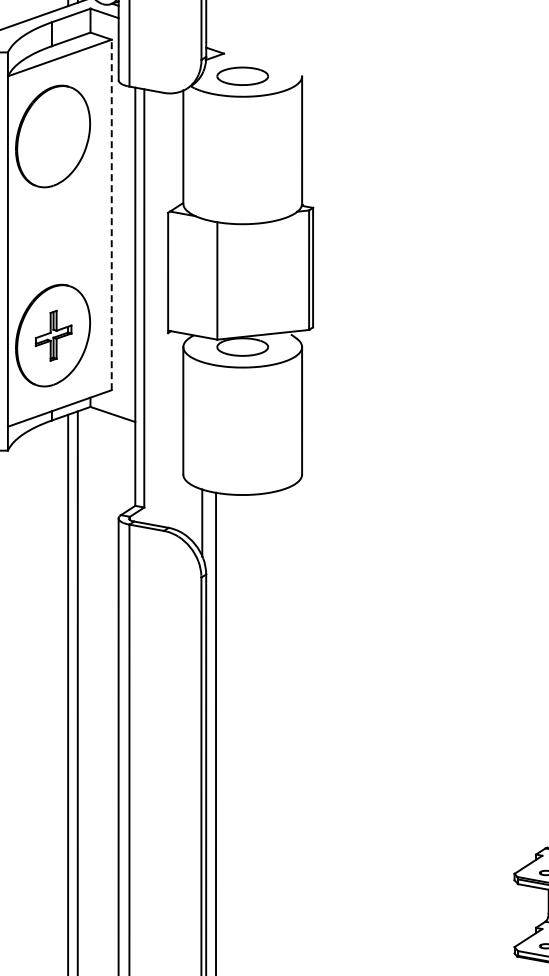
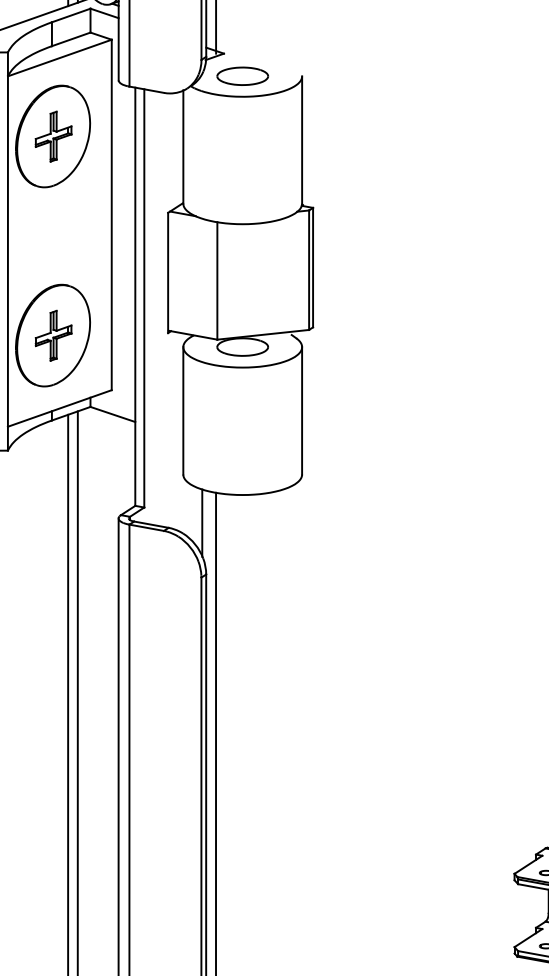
line at (216, 27): none -> present
part at (53, 136): none -> present
line at (111, 214): dashed -> solid
